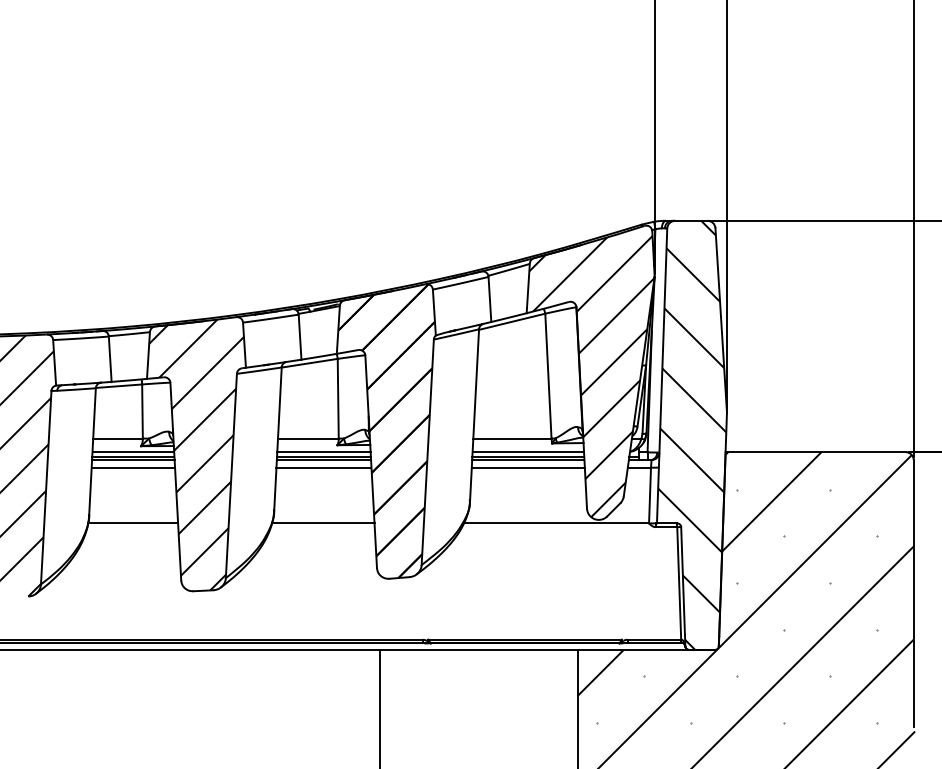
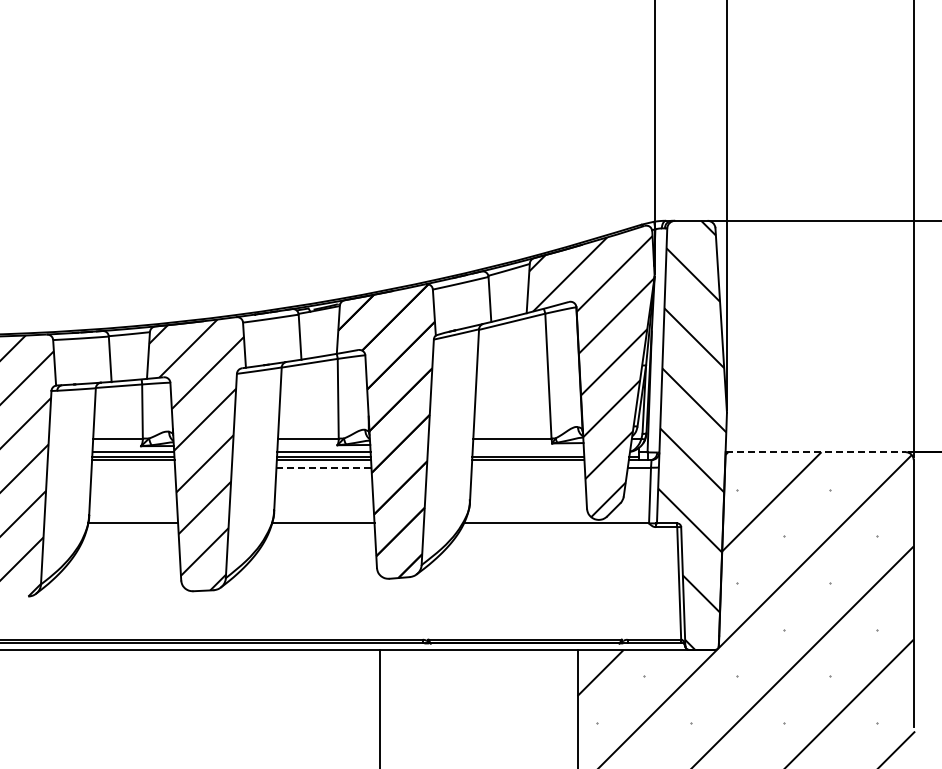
line at (528, 452): present -> none
line at (816, 452): solid -> dashed
line at (133, 467): present -> none
line at (323, 467): solid -> dashed
line at (527, 467): present -> none
